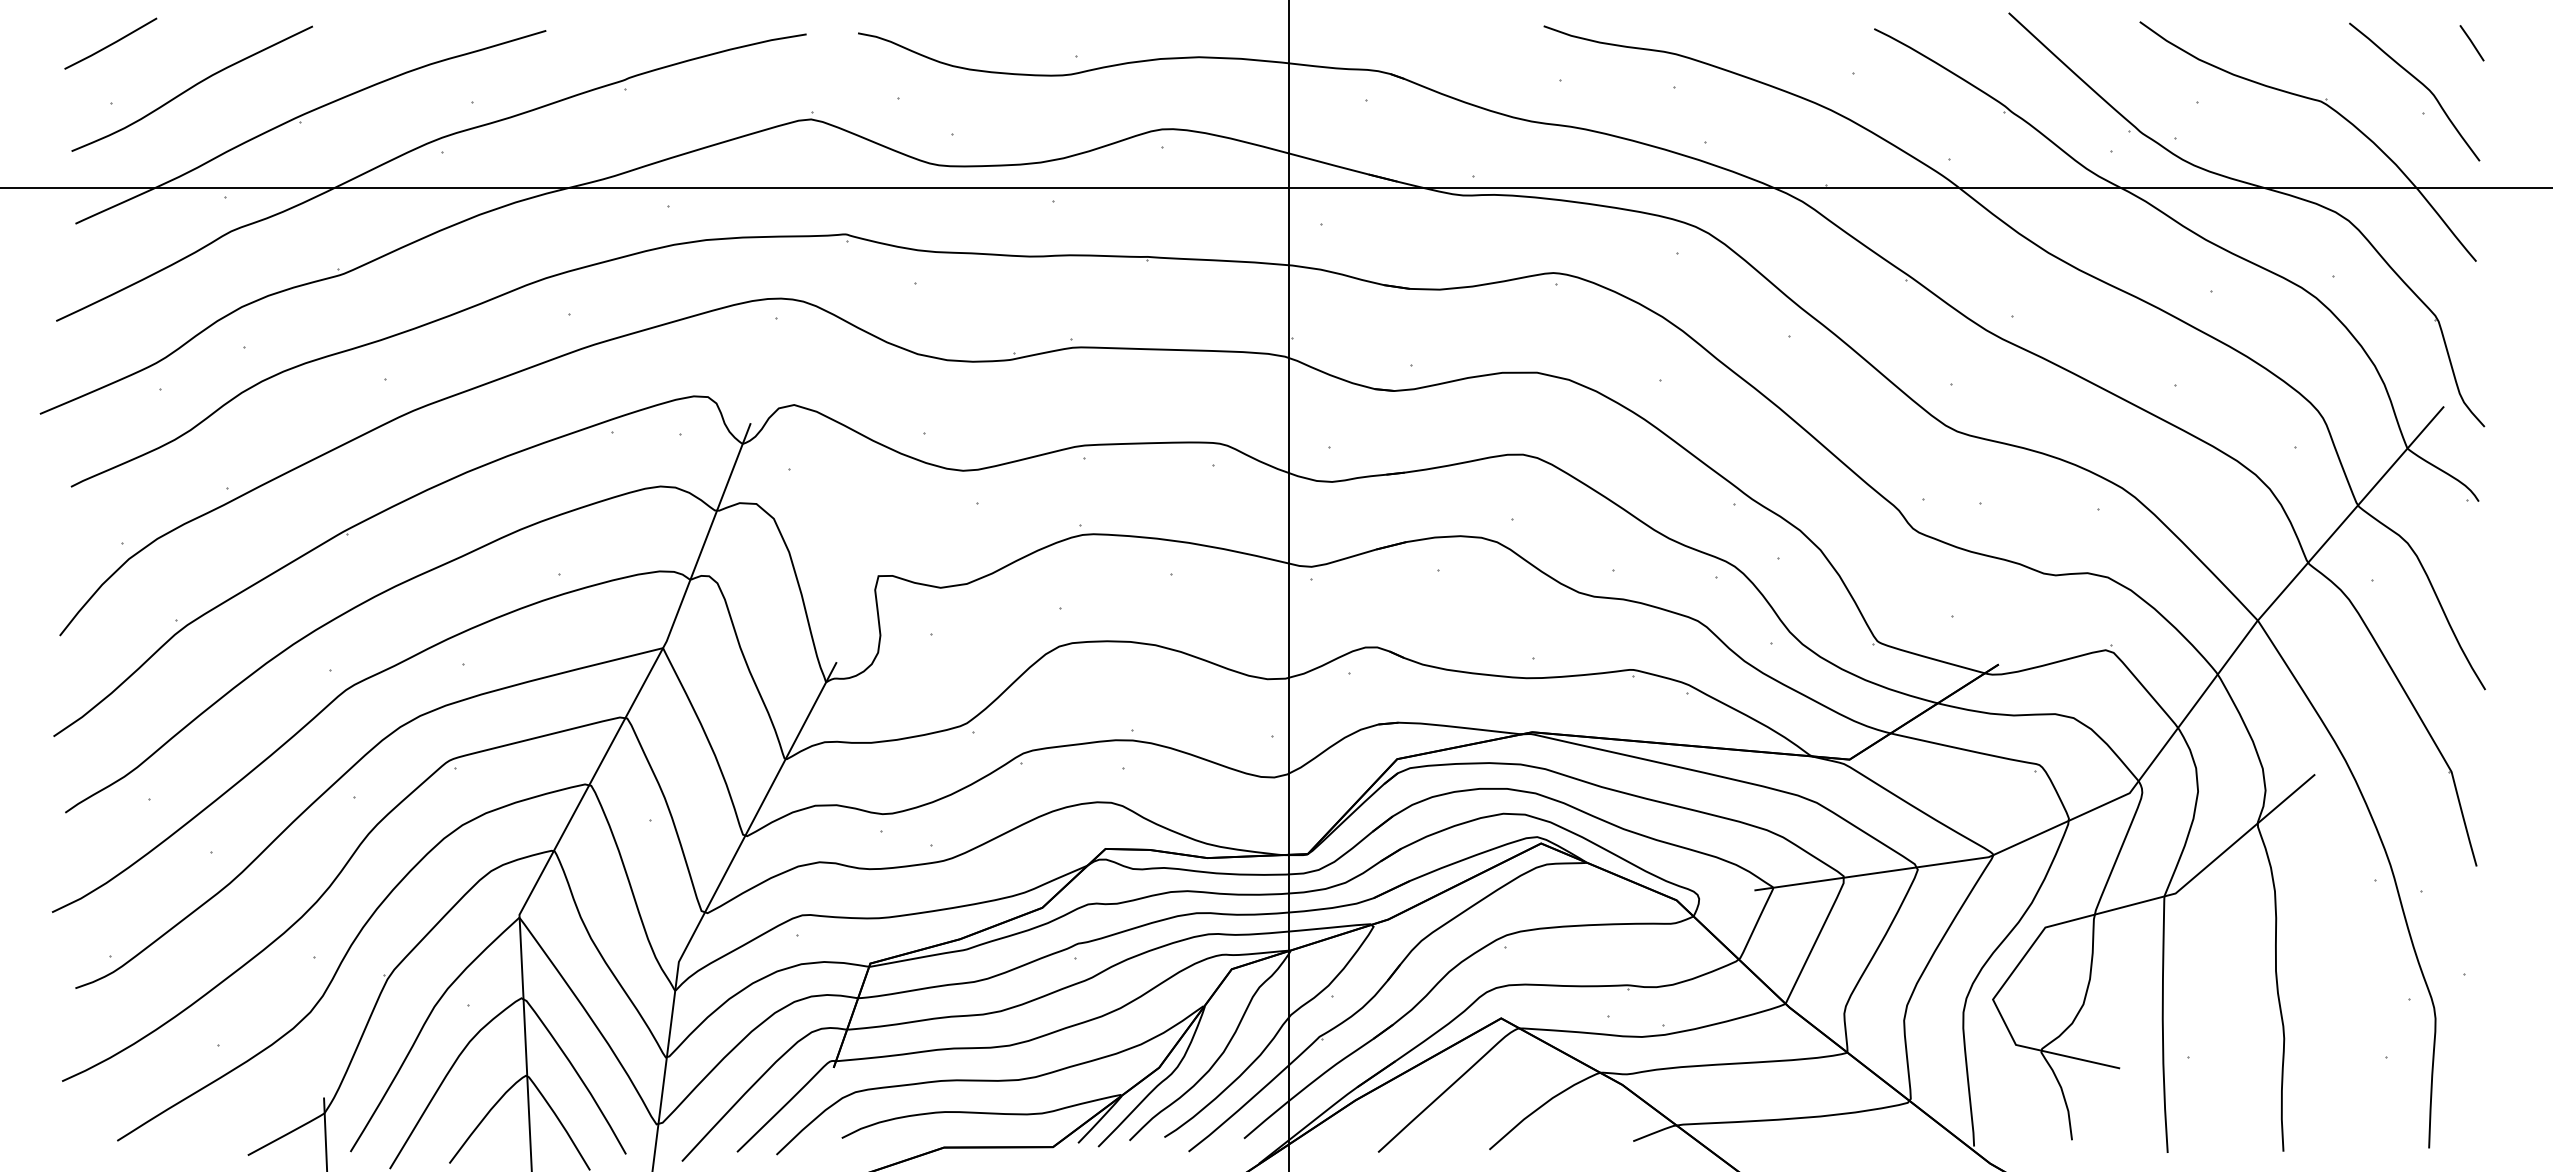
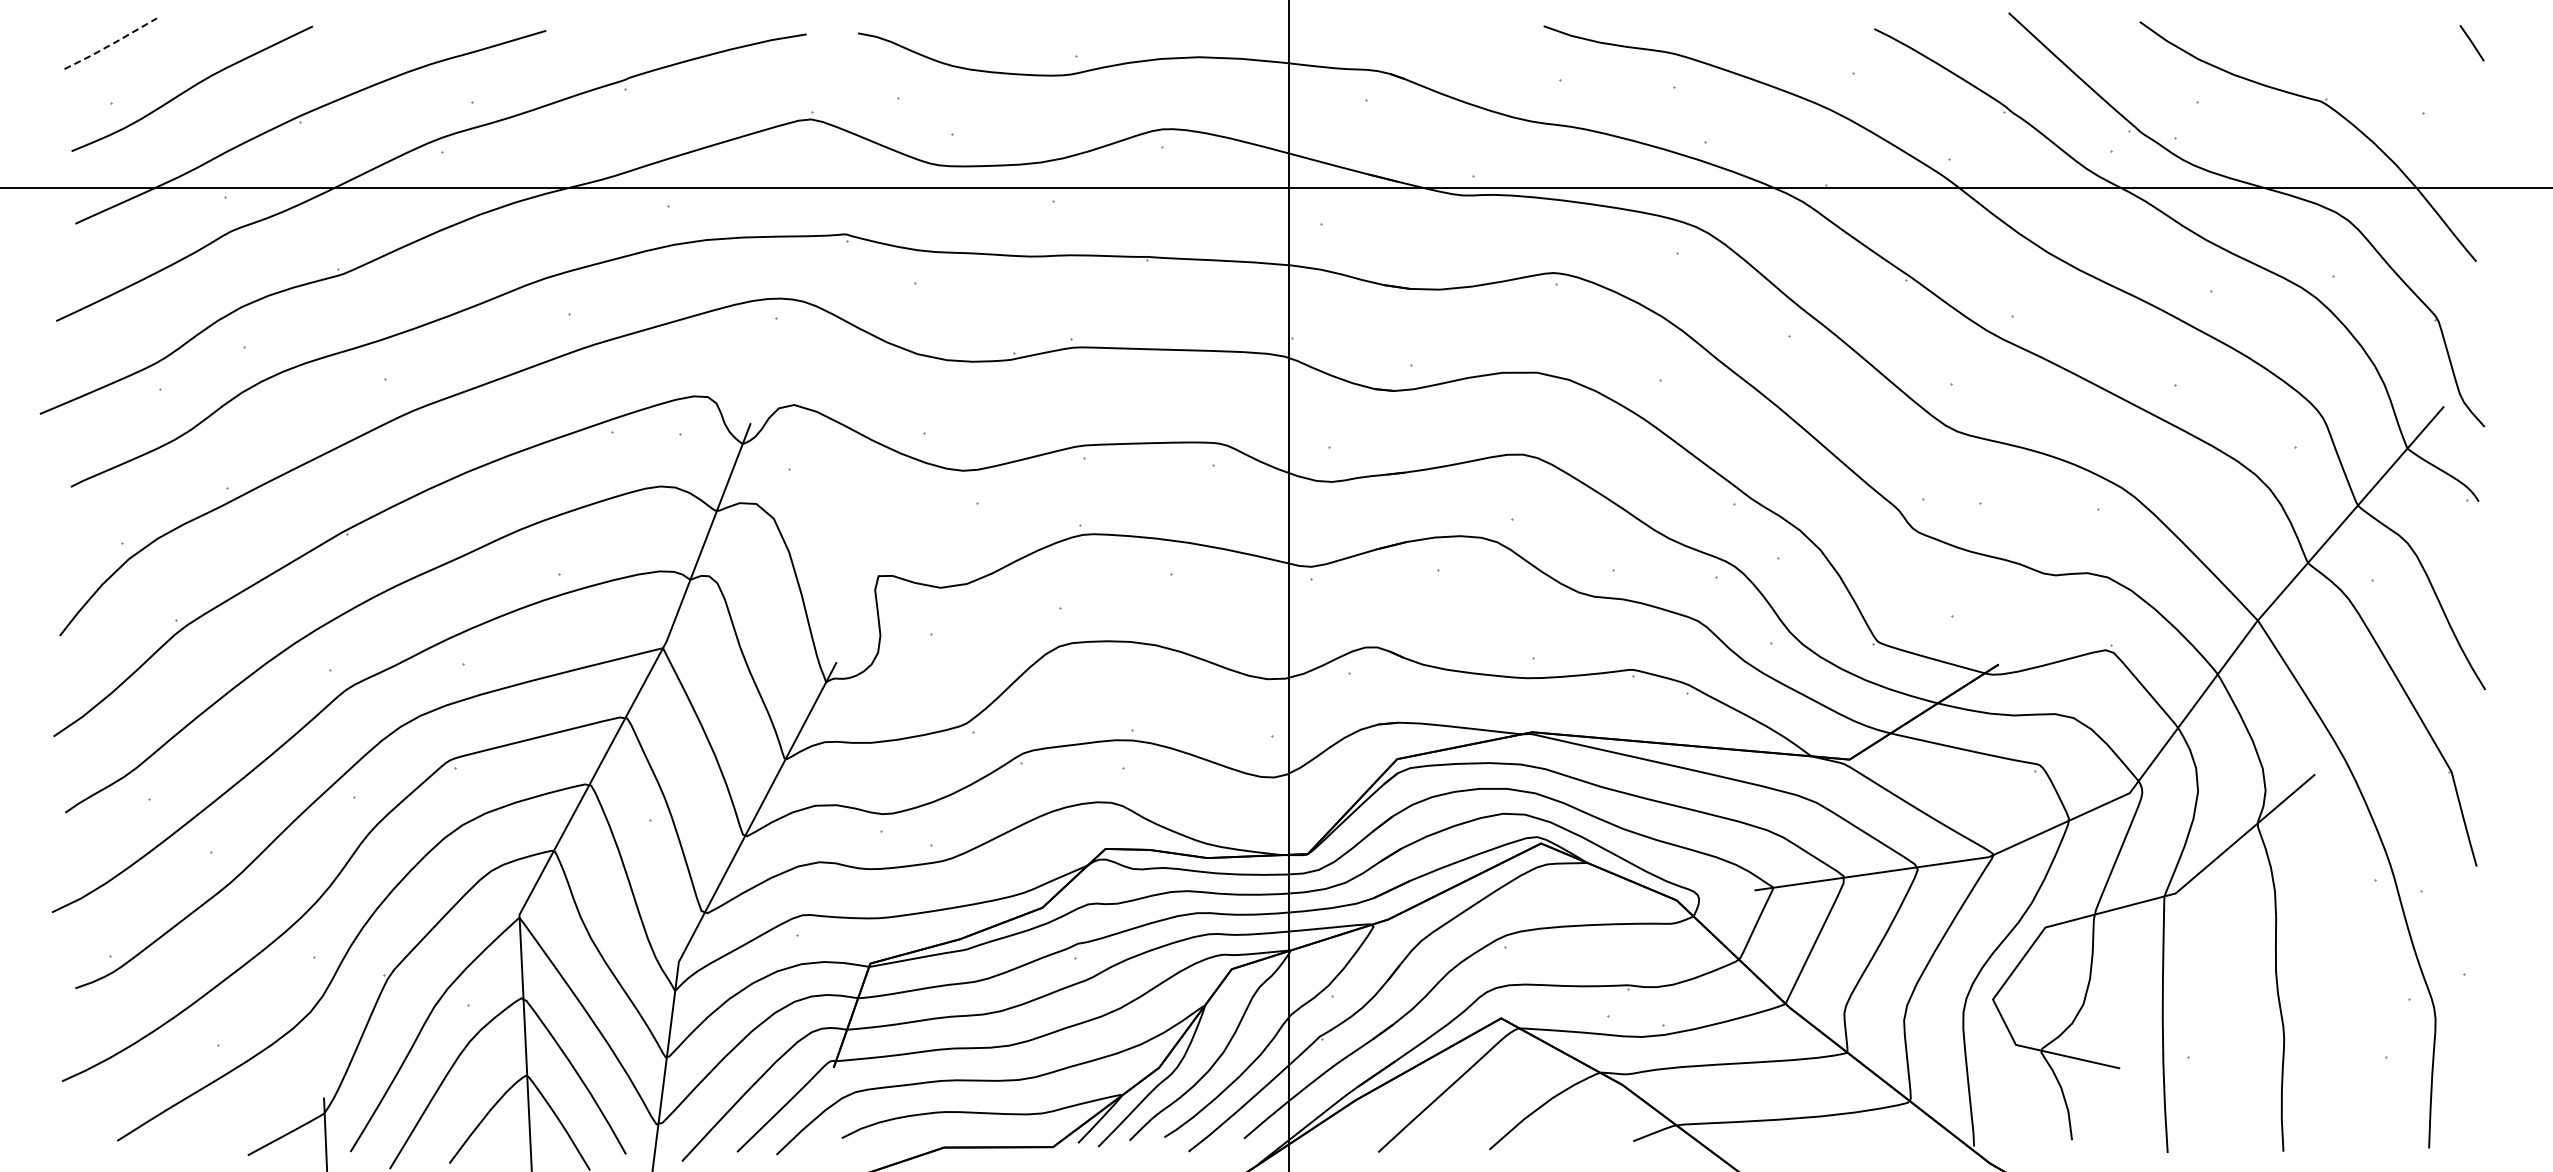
line at (111, 44): solid -> dashed
curve at (2421, 84): present -> none
